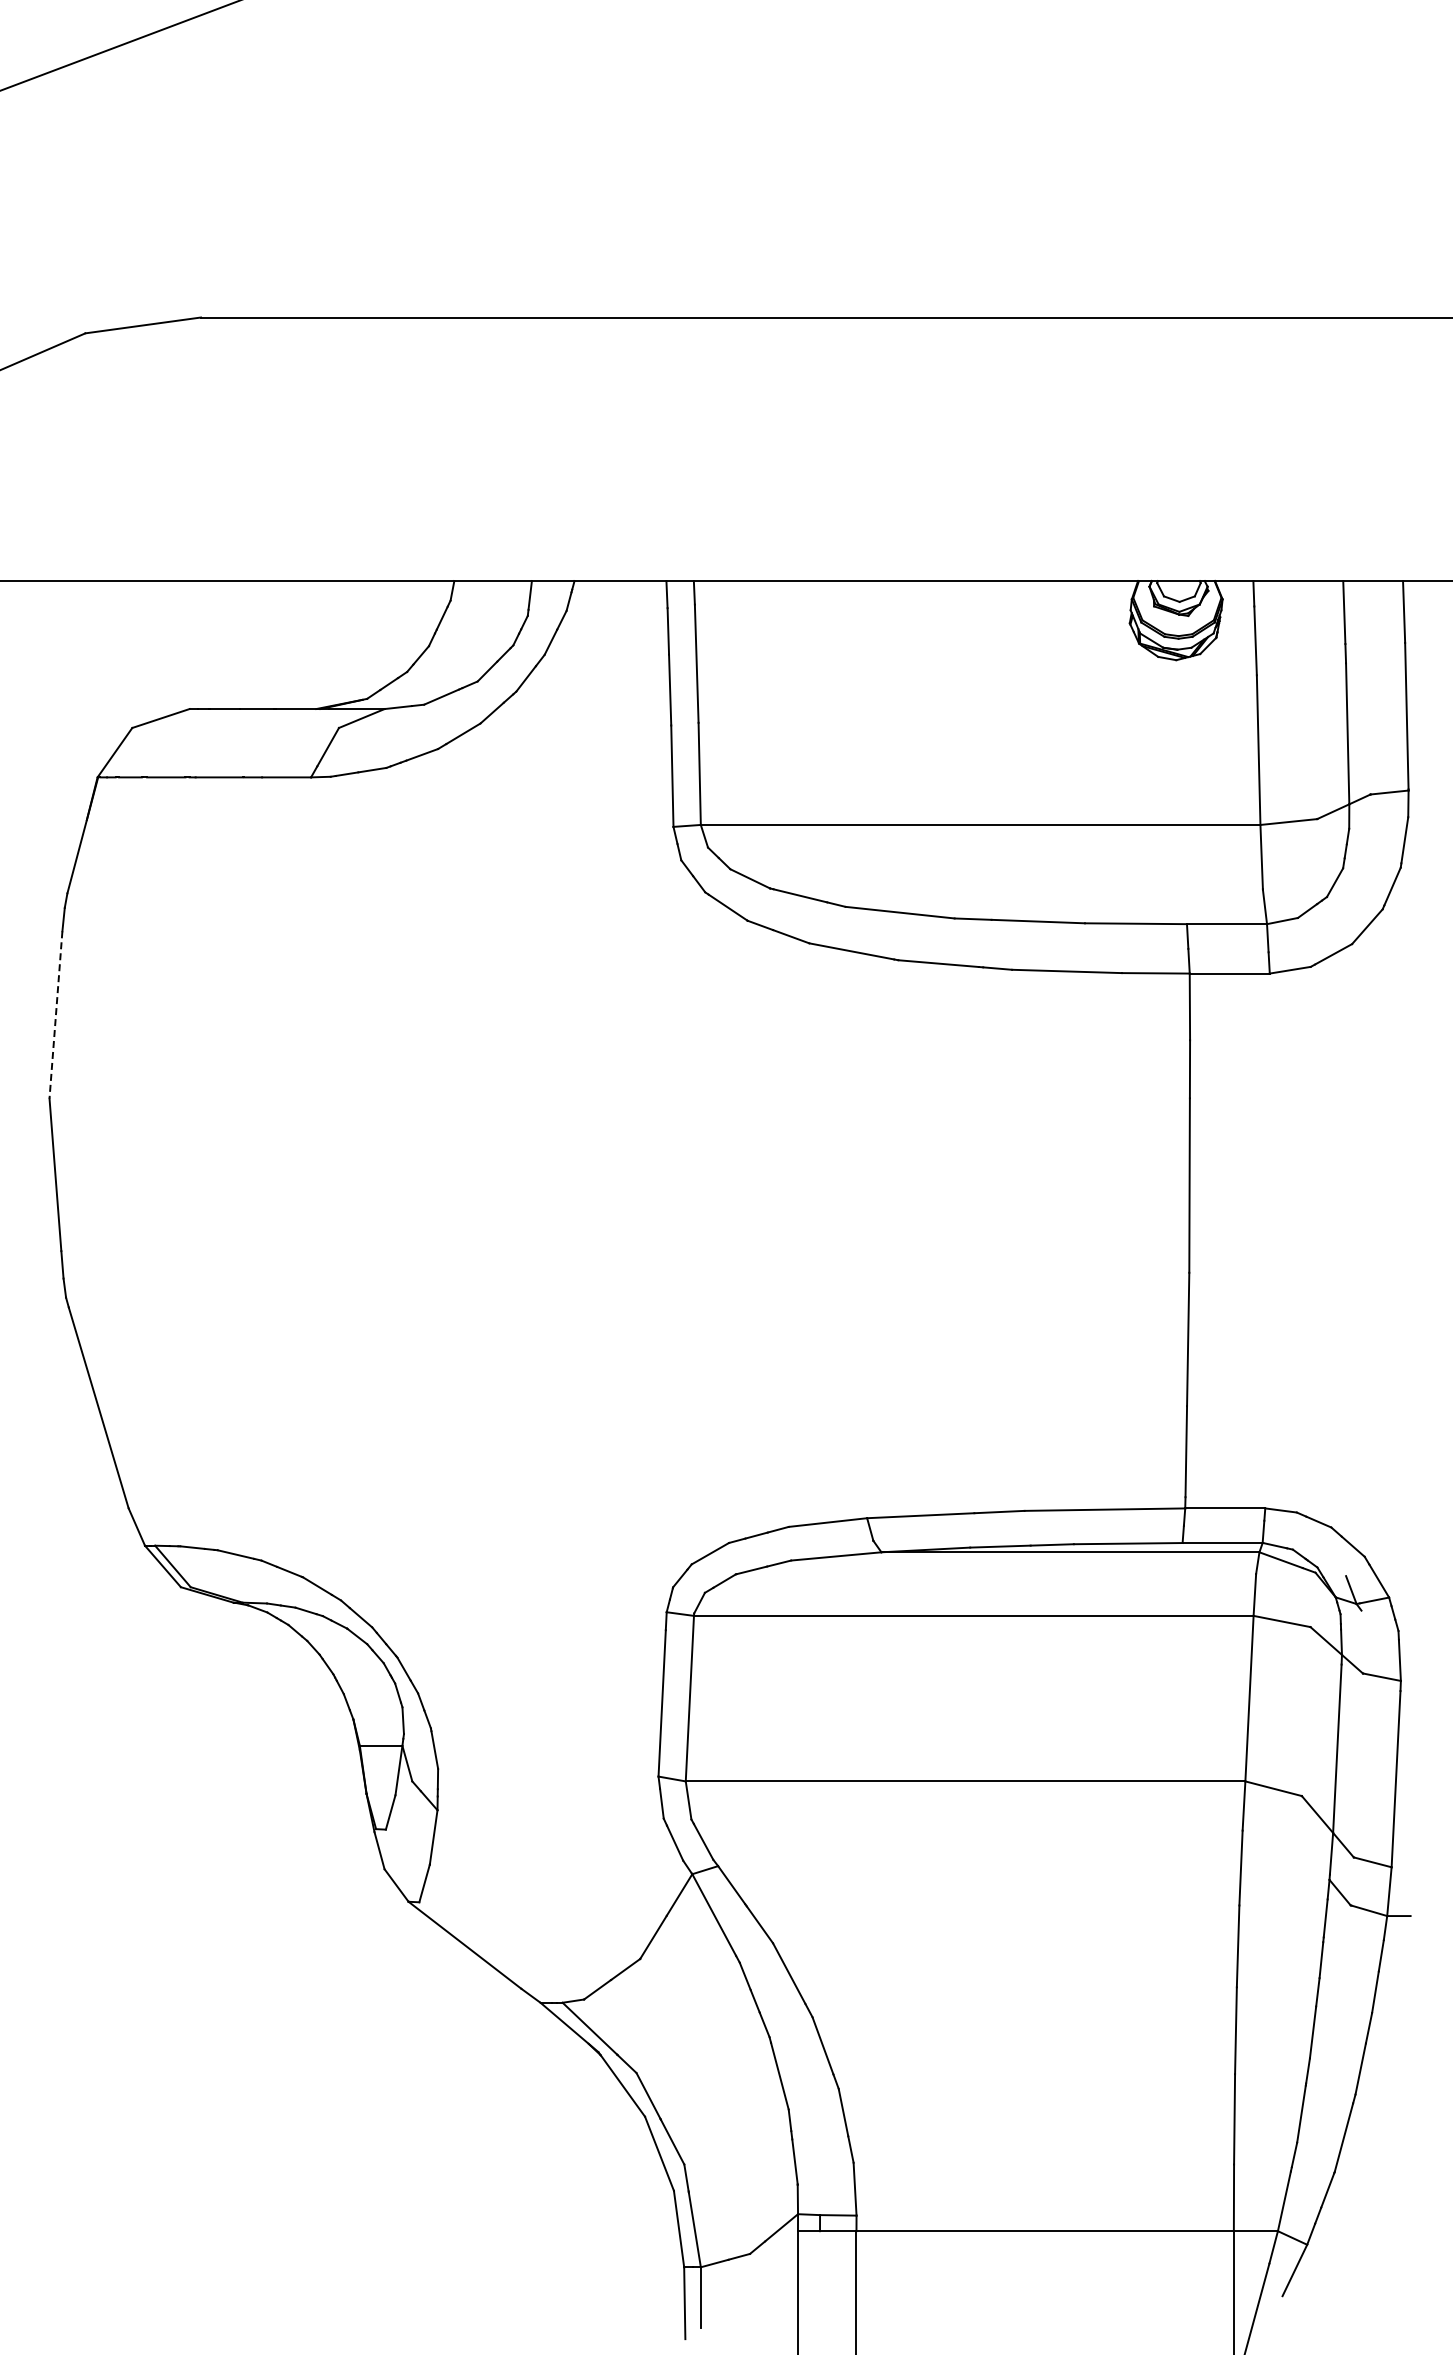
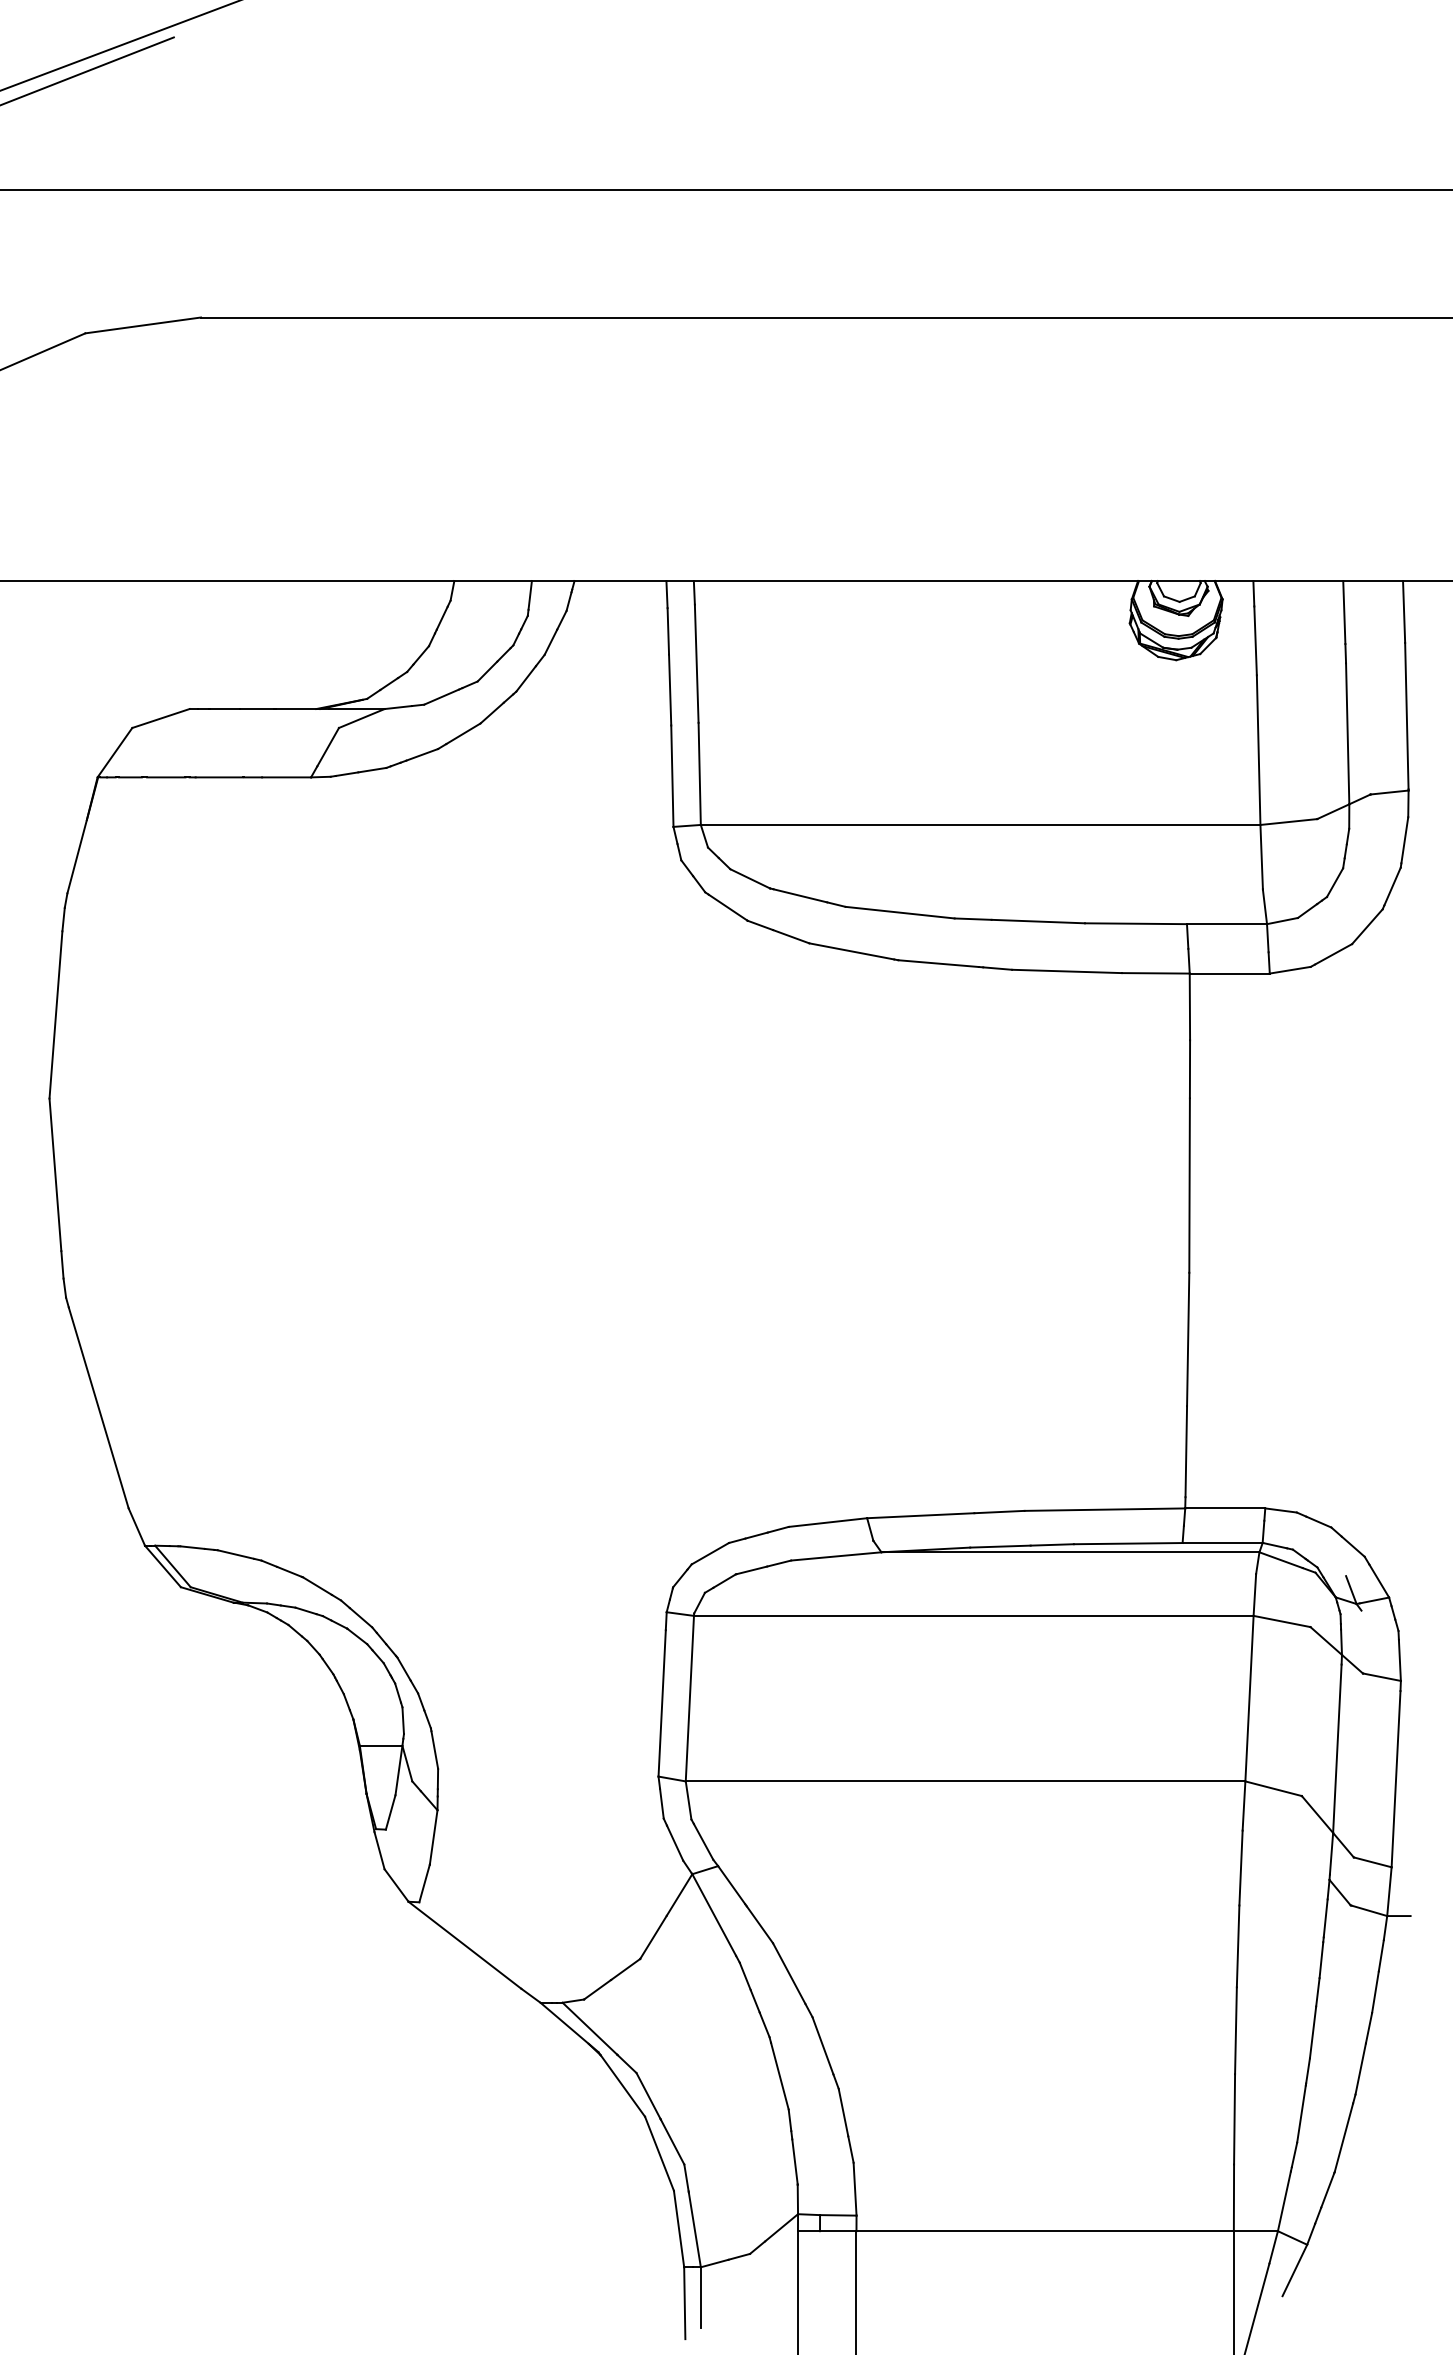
line at (87, 70): none -> present
line at (725, 189): none -> present
line at (55, 1014): dashed -> solid
